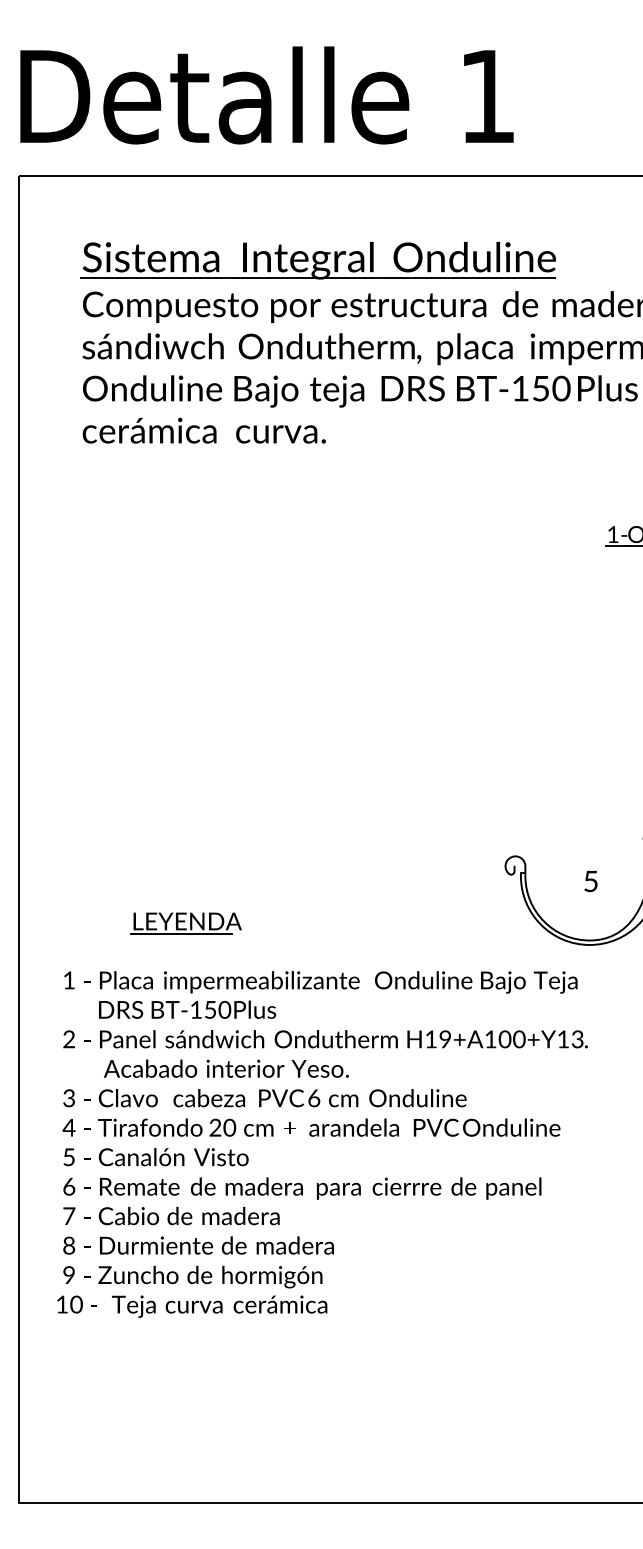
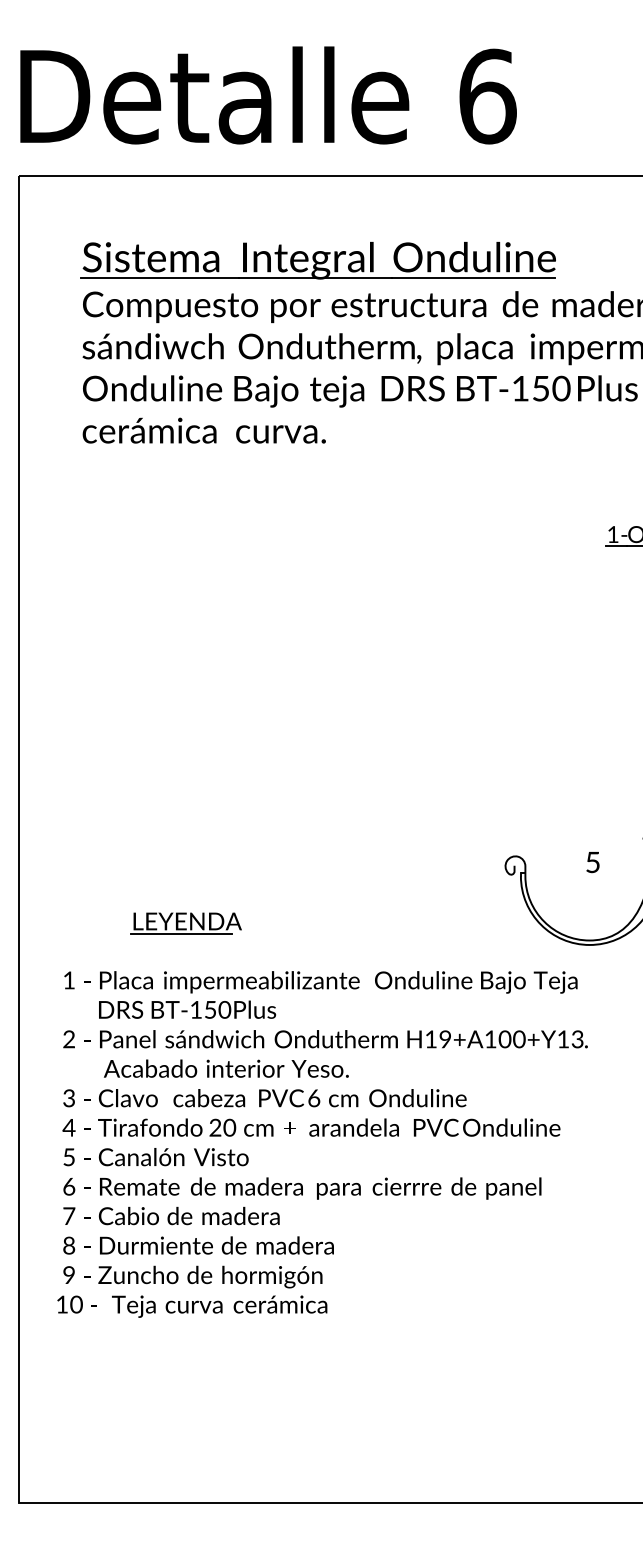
text at (487, 96): 1 -> 6
text at (590, 881) position: (590, 881) -> (592, 862)
